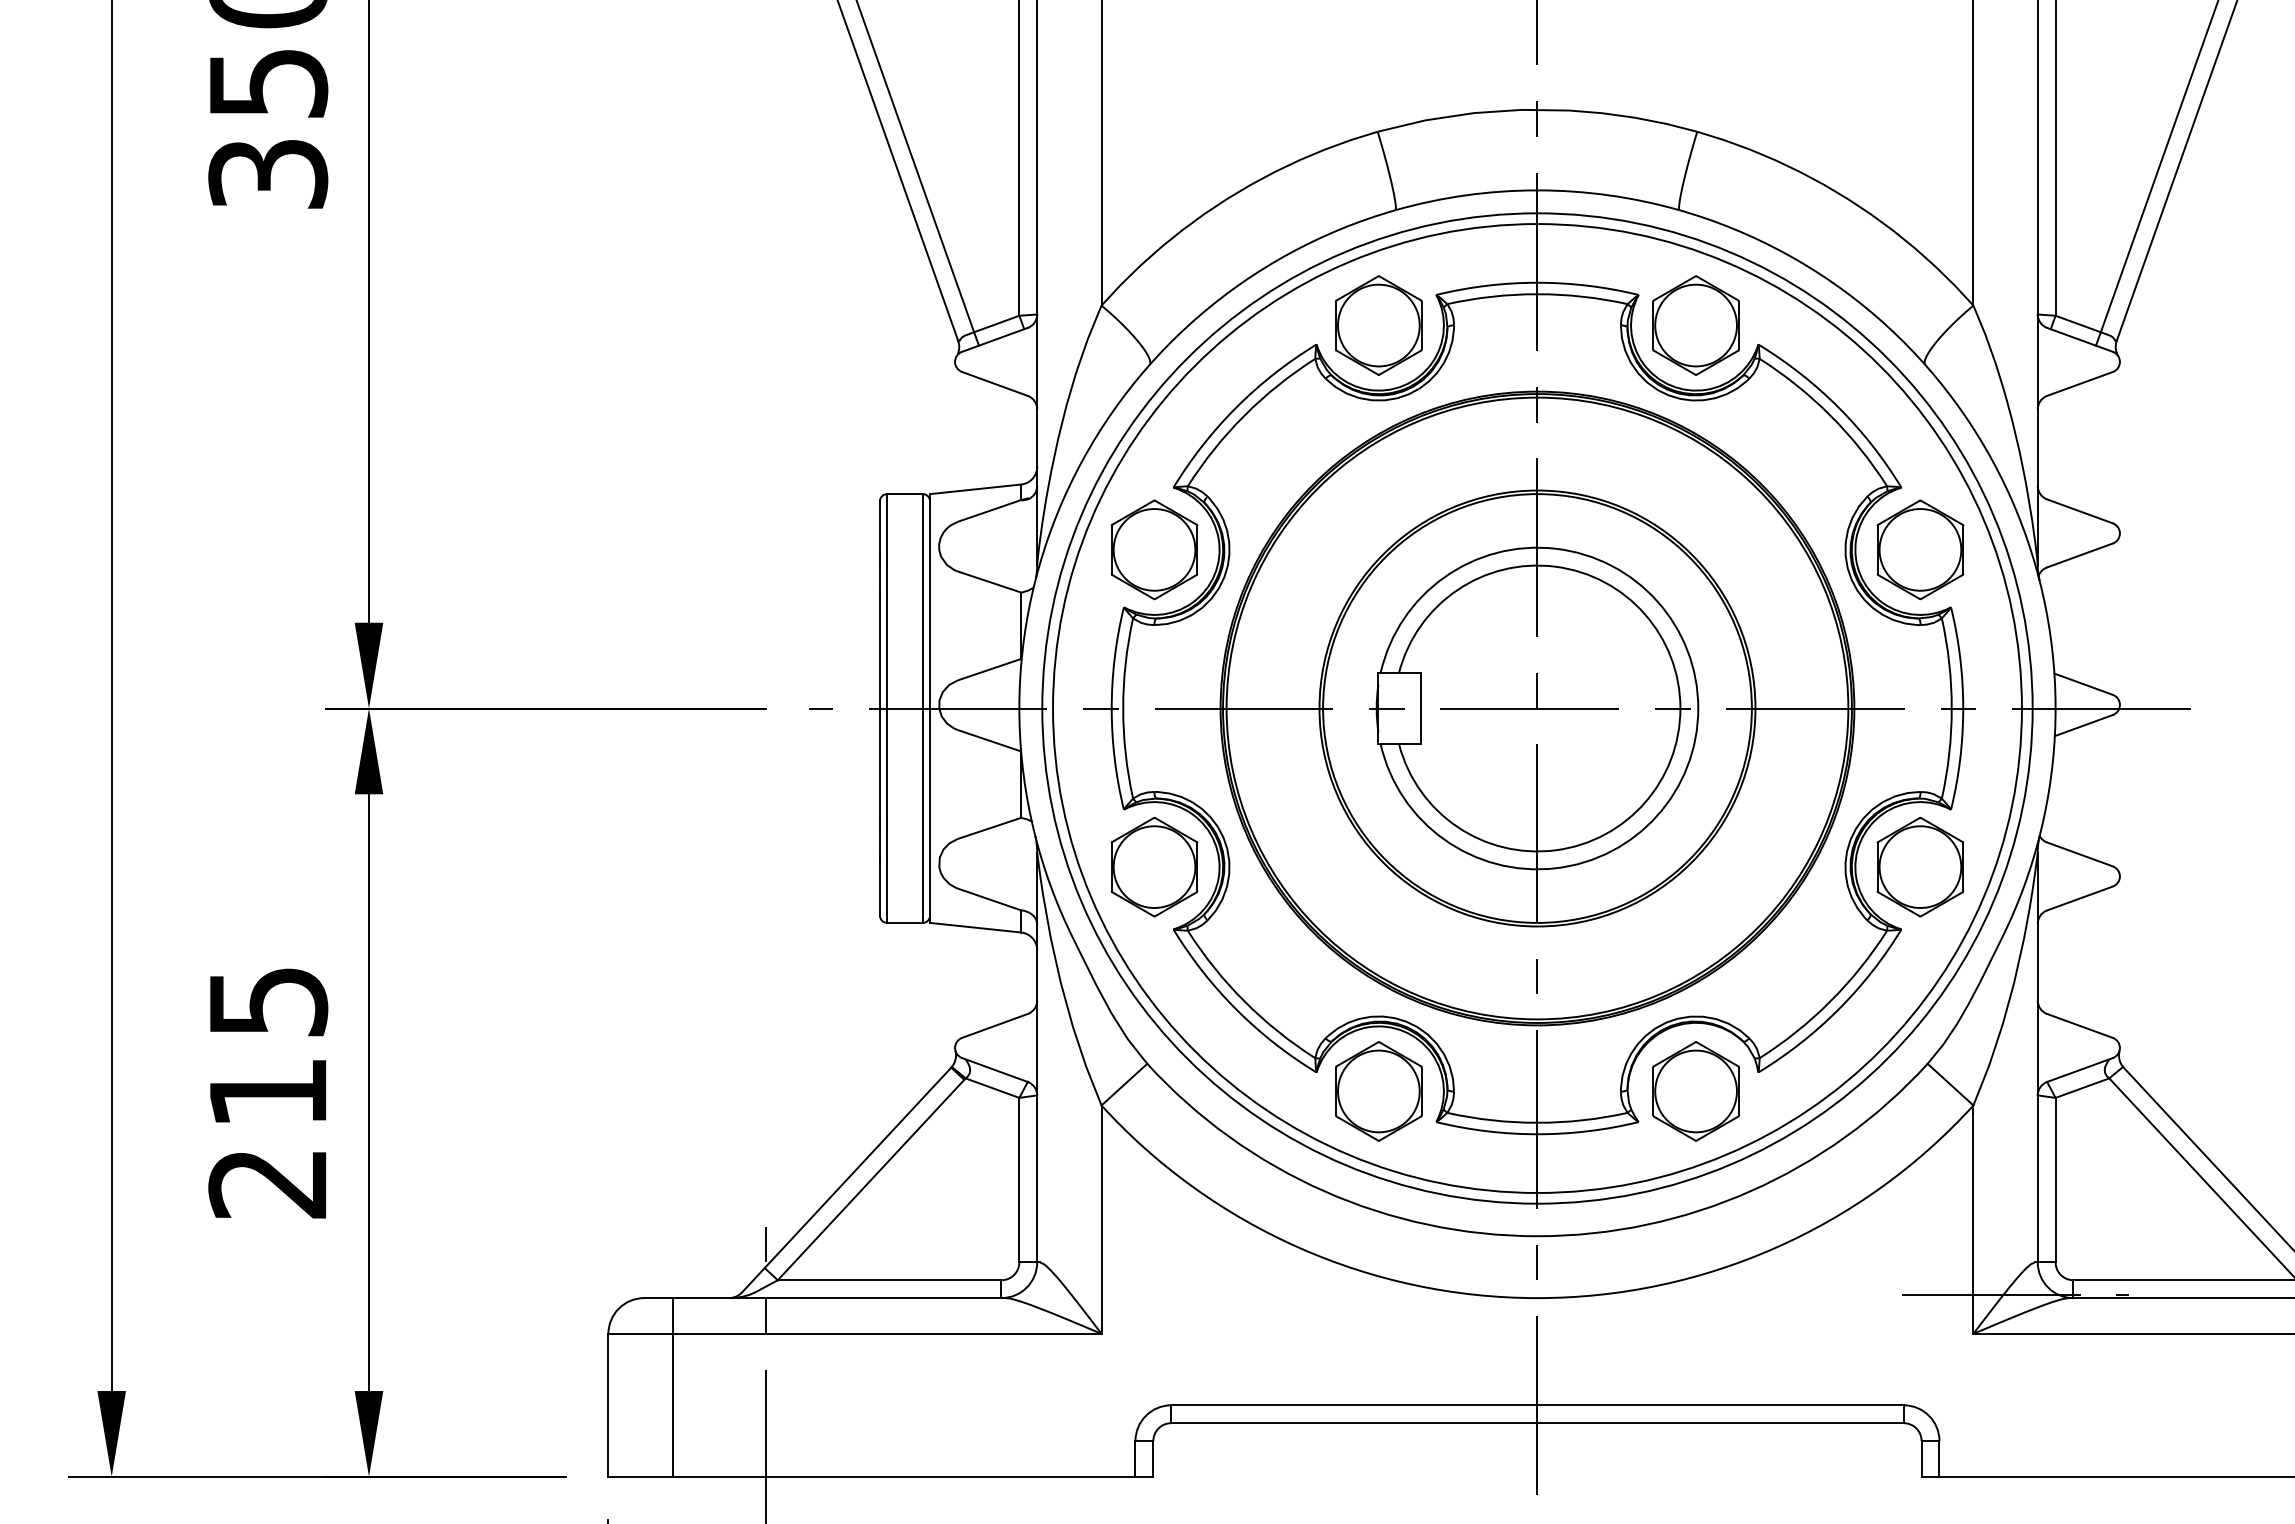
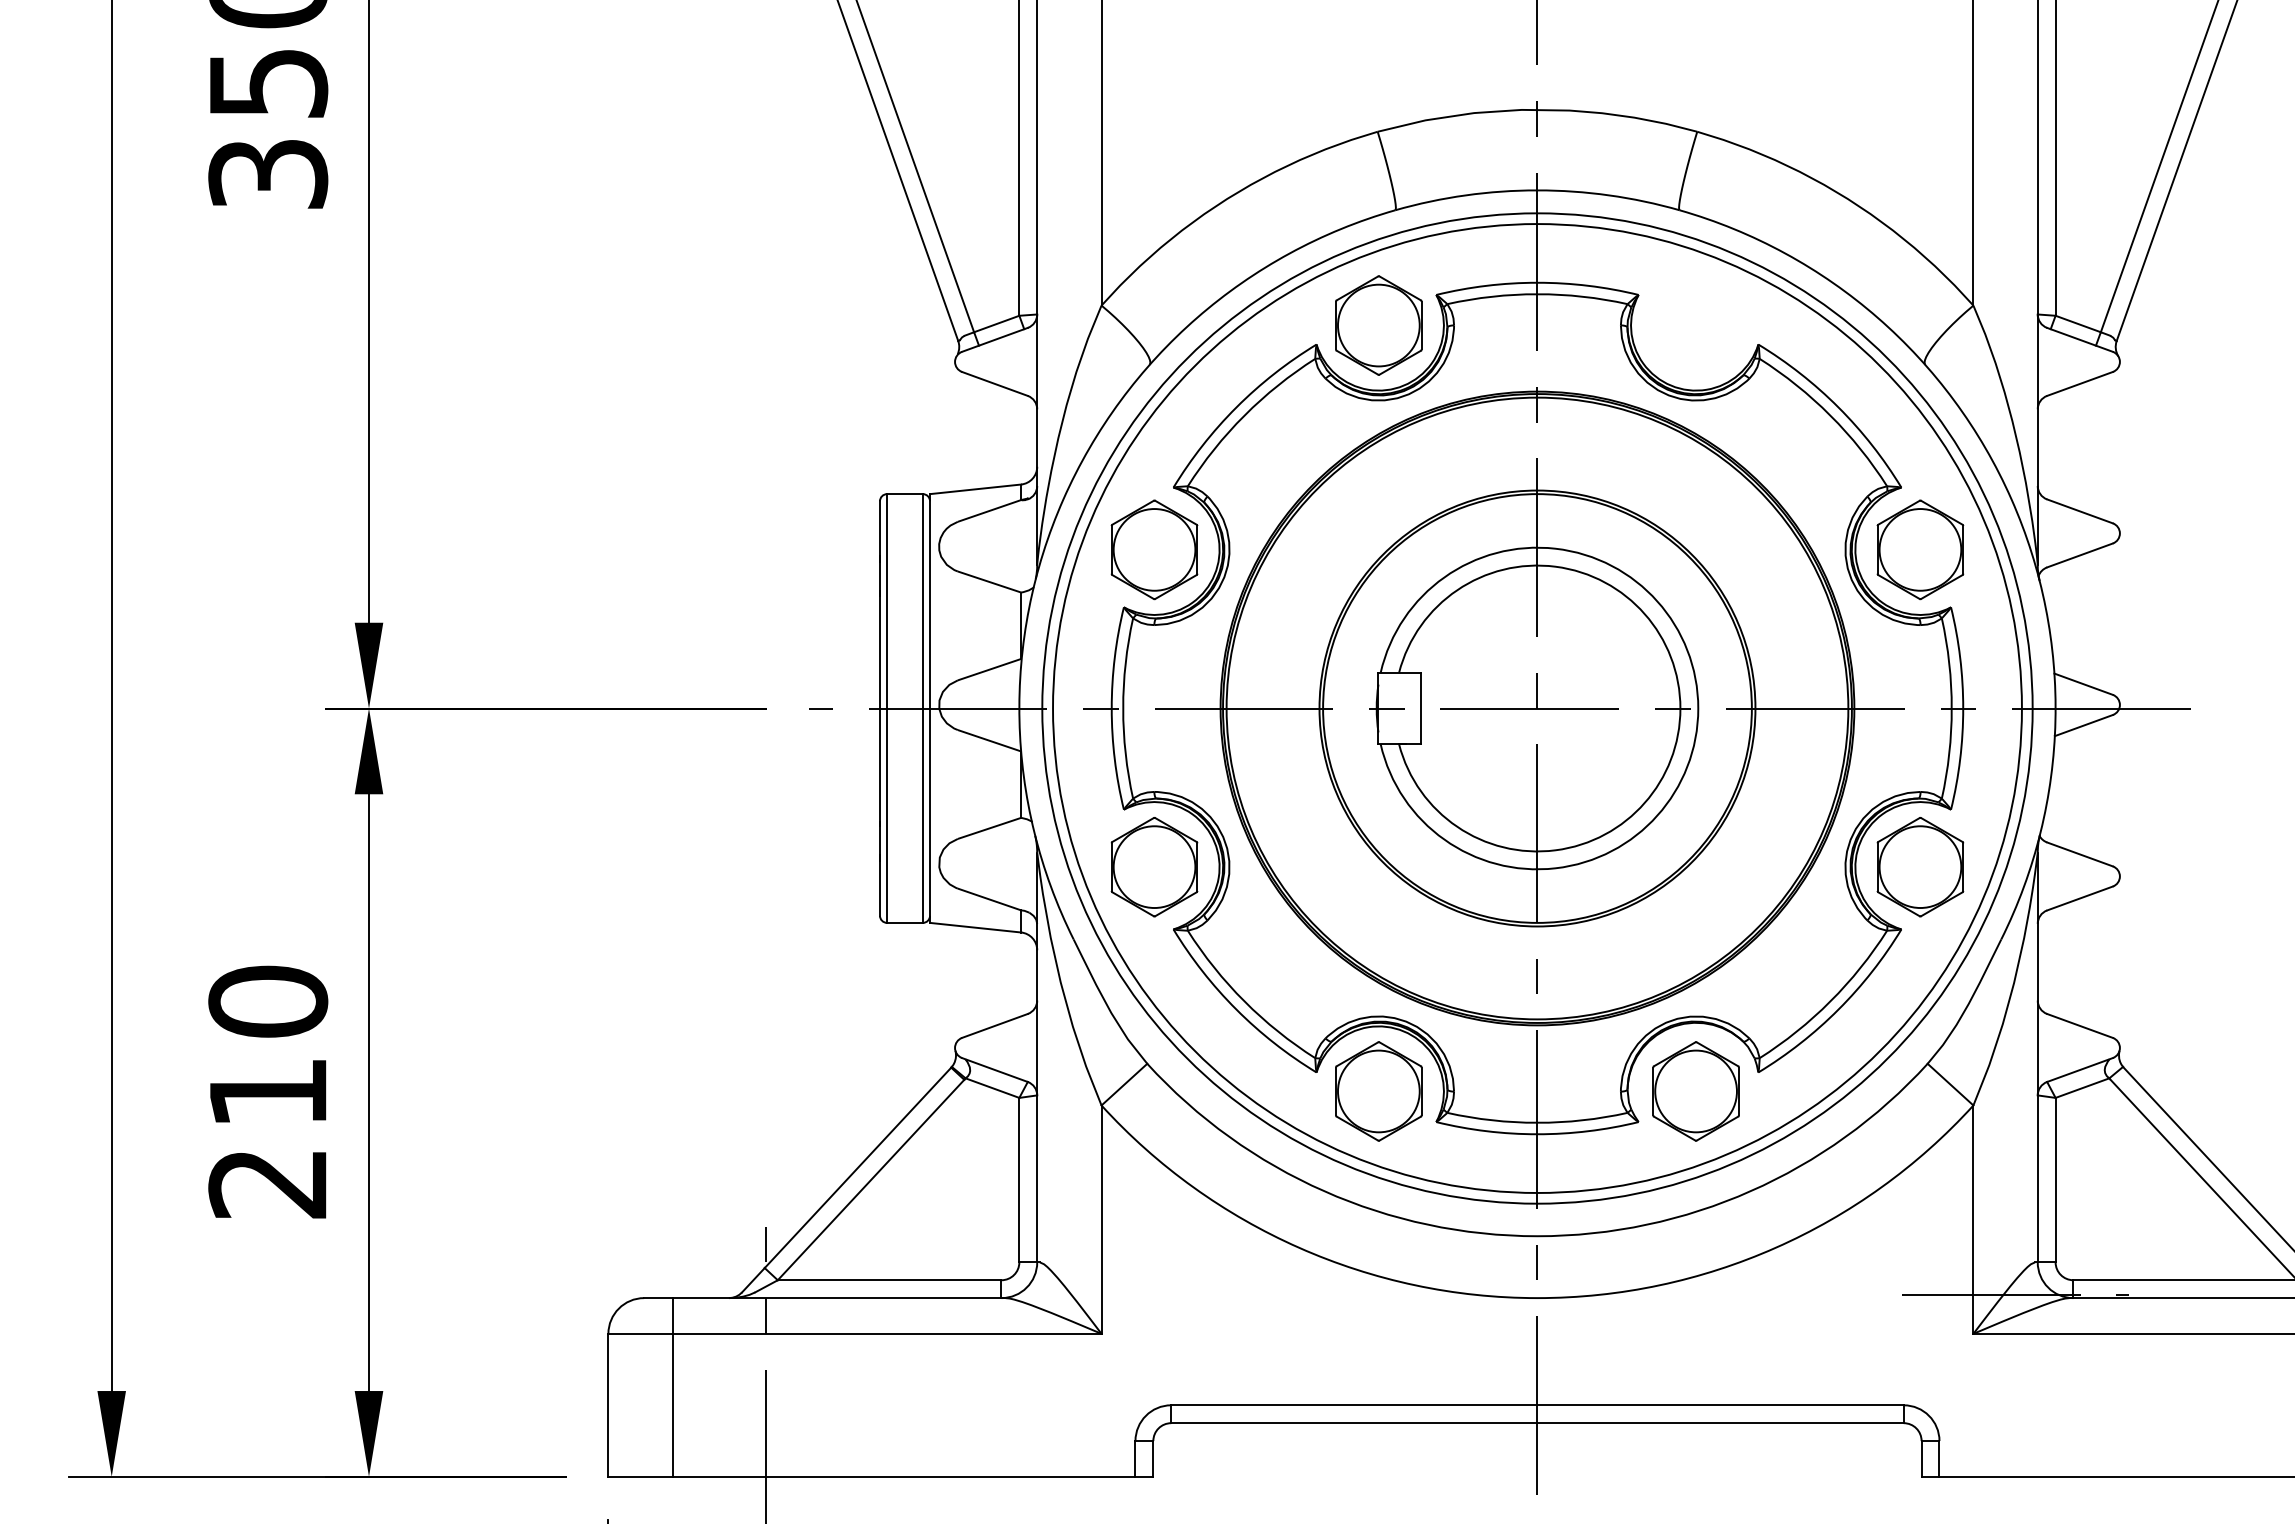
part at (1695, 325): present -> none
text at (268, 1001): 215 -> 210
